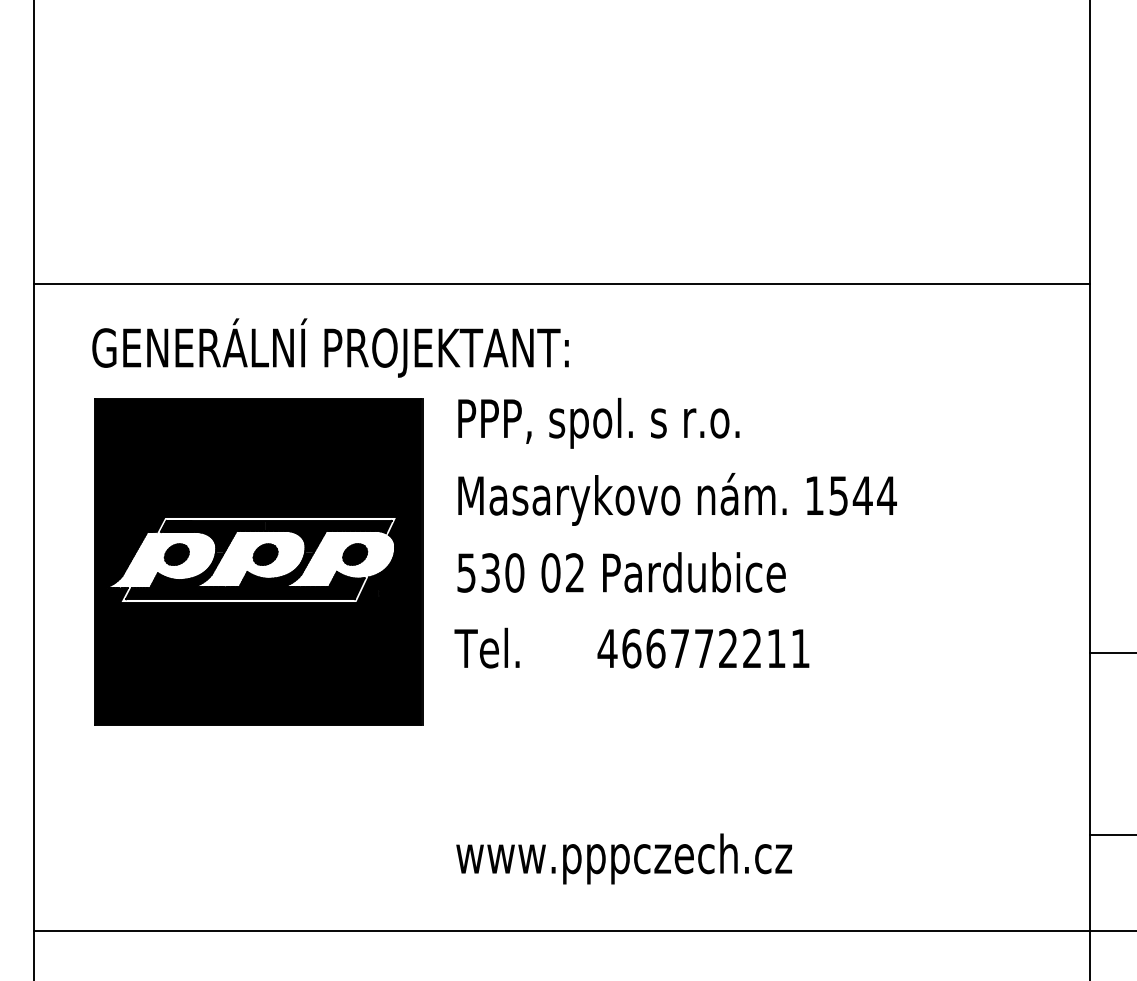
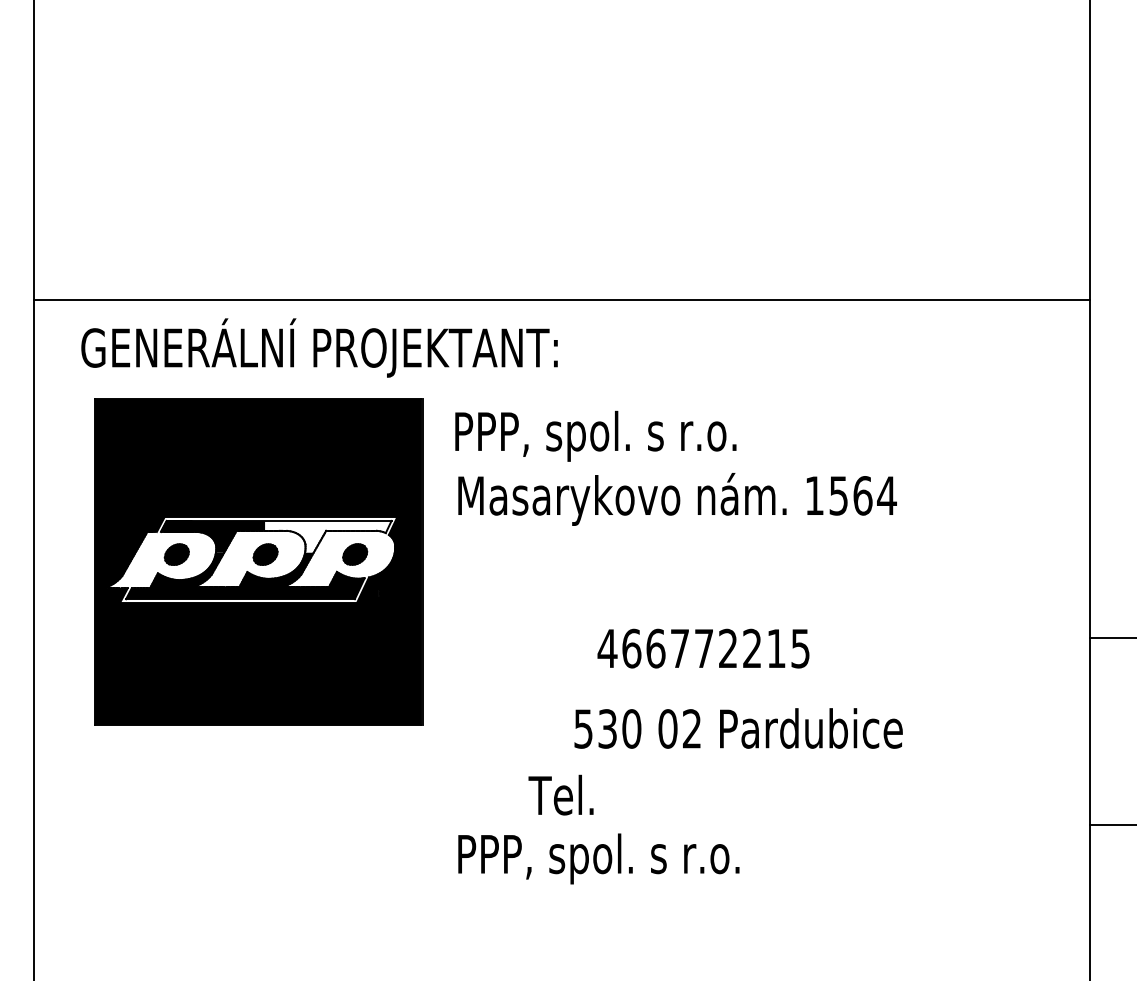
line at (562, 284) position: (562, 284) -> (562, 300)
text at (330, 347) position: (330, 347) -> (319, 347)
text at (598, 422) position: (598, 422) -> (595, 435)
text at (862, 495): 1544 -> 1564
fill at (328, 536): present -> none
text at (621, 572) position: (621, 572) -> (738, 728)
text at (486, 647) position: (486, 647) -> (560, 794)
text at (800, 648): 466772211 -> 466772215
line at (1111, 652) position: (1111, 652) -> (1111, 637)
line at (1111, 835) position: (1111, 835) -> (1111, 825)
text at (623, 858): www.pppczech.cz -> PPP, spol. s r.o.
line at (583, 931): present -> none
